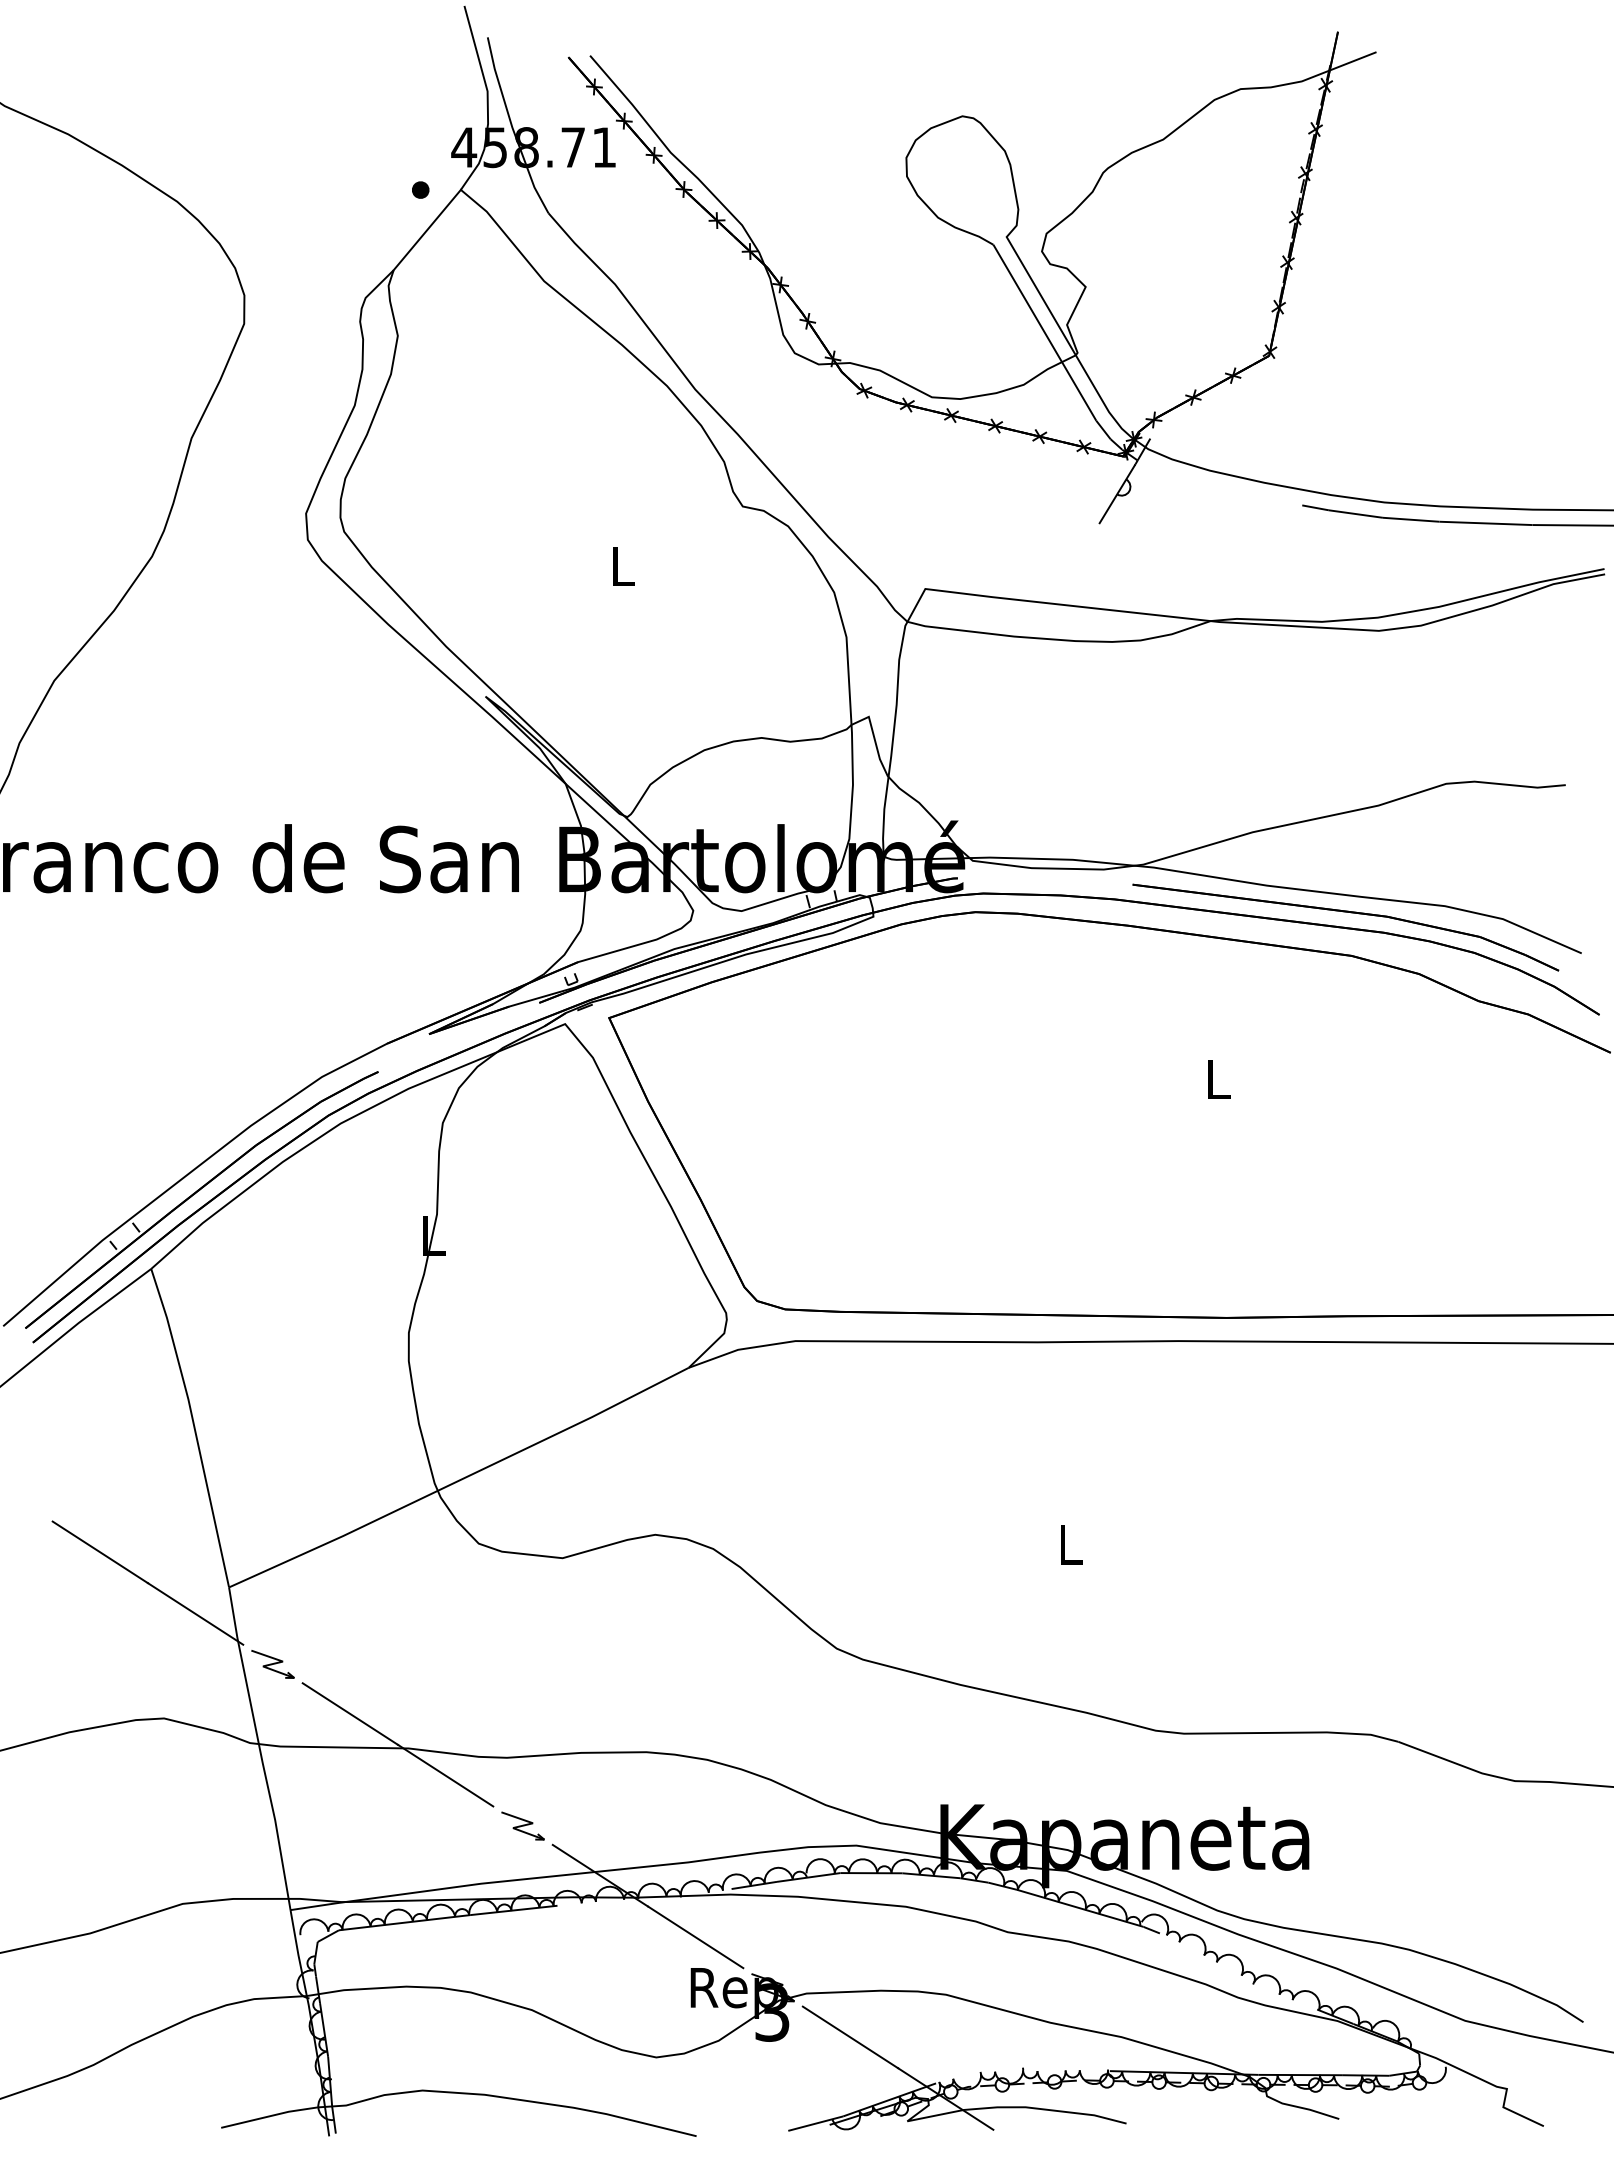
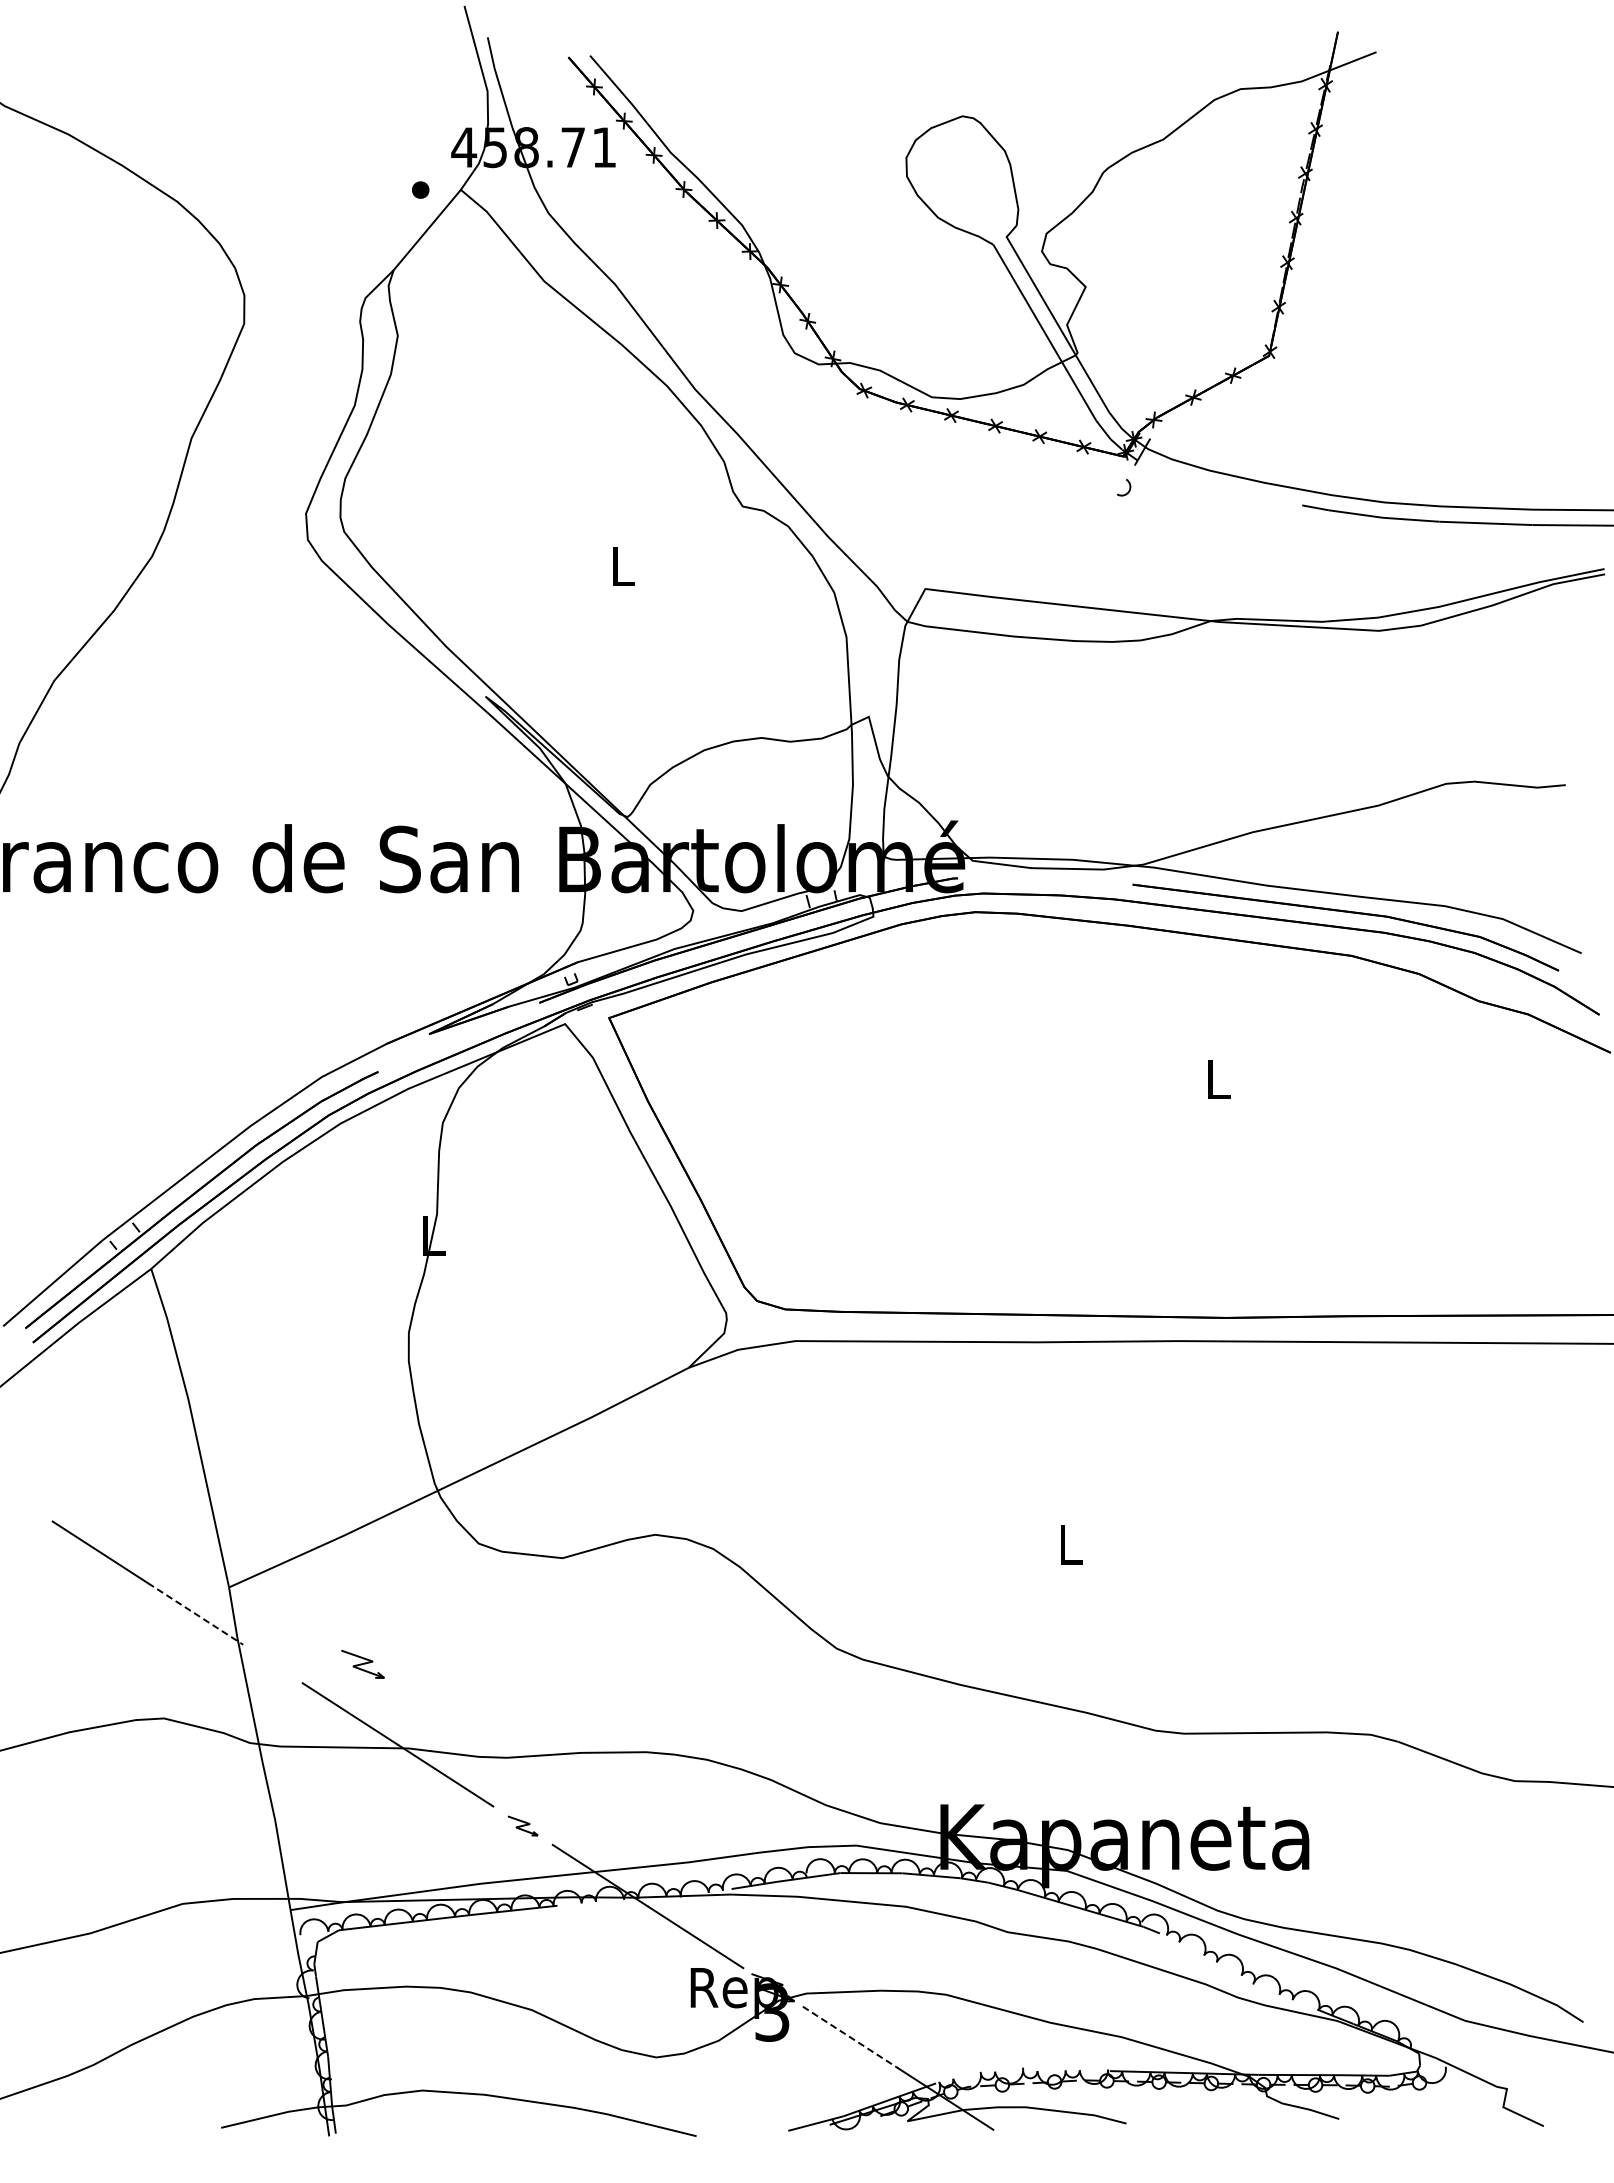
line at (1116, 494): present -> none
line at (195, 1613): solid -> dashed
part at (272, 1664) position: (272, 1664) -> (362, 1664)
part at (522, 1825) size: 44x30 px -> 32x22 px
line at (850, 2037): solid -> dashed
